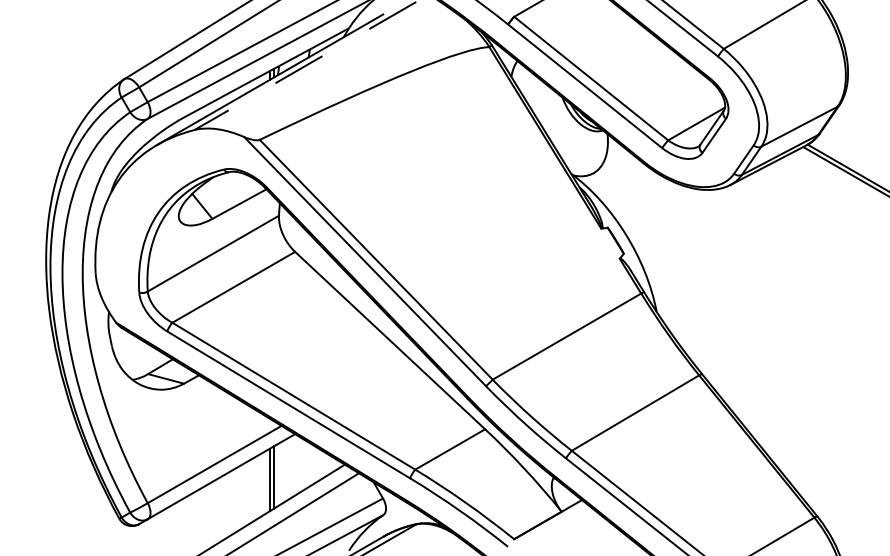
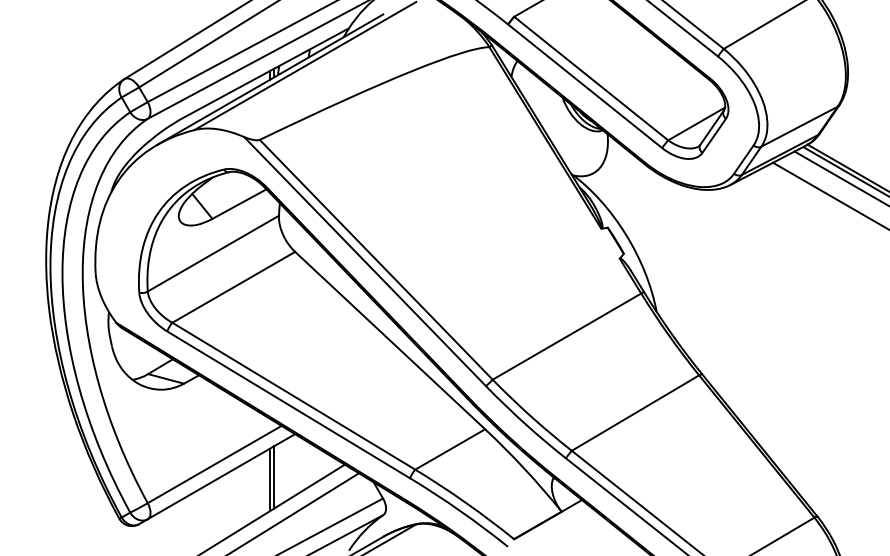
line at (304, 66): dashed -> solid
line at (840, 177): none -> present
line at (829, 195): none -> present
